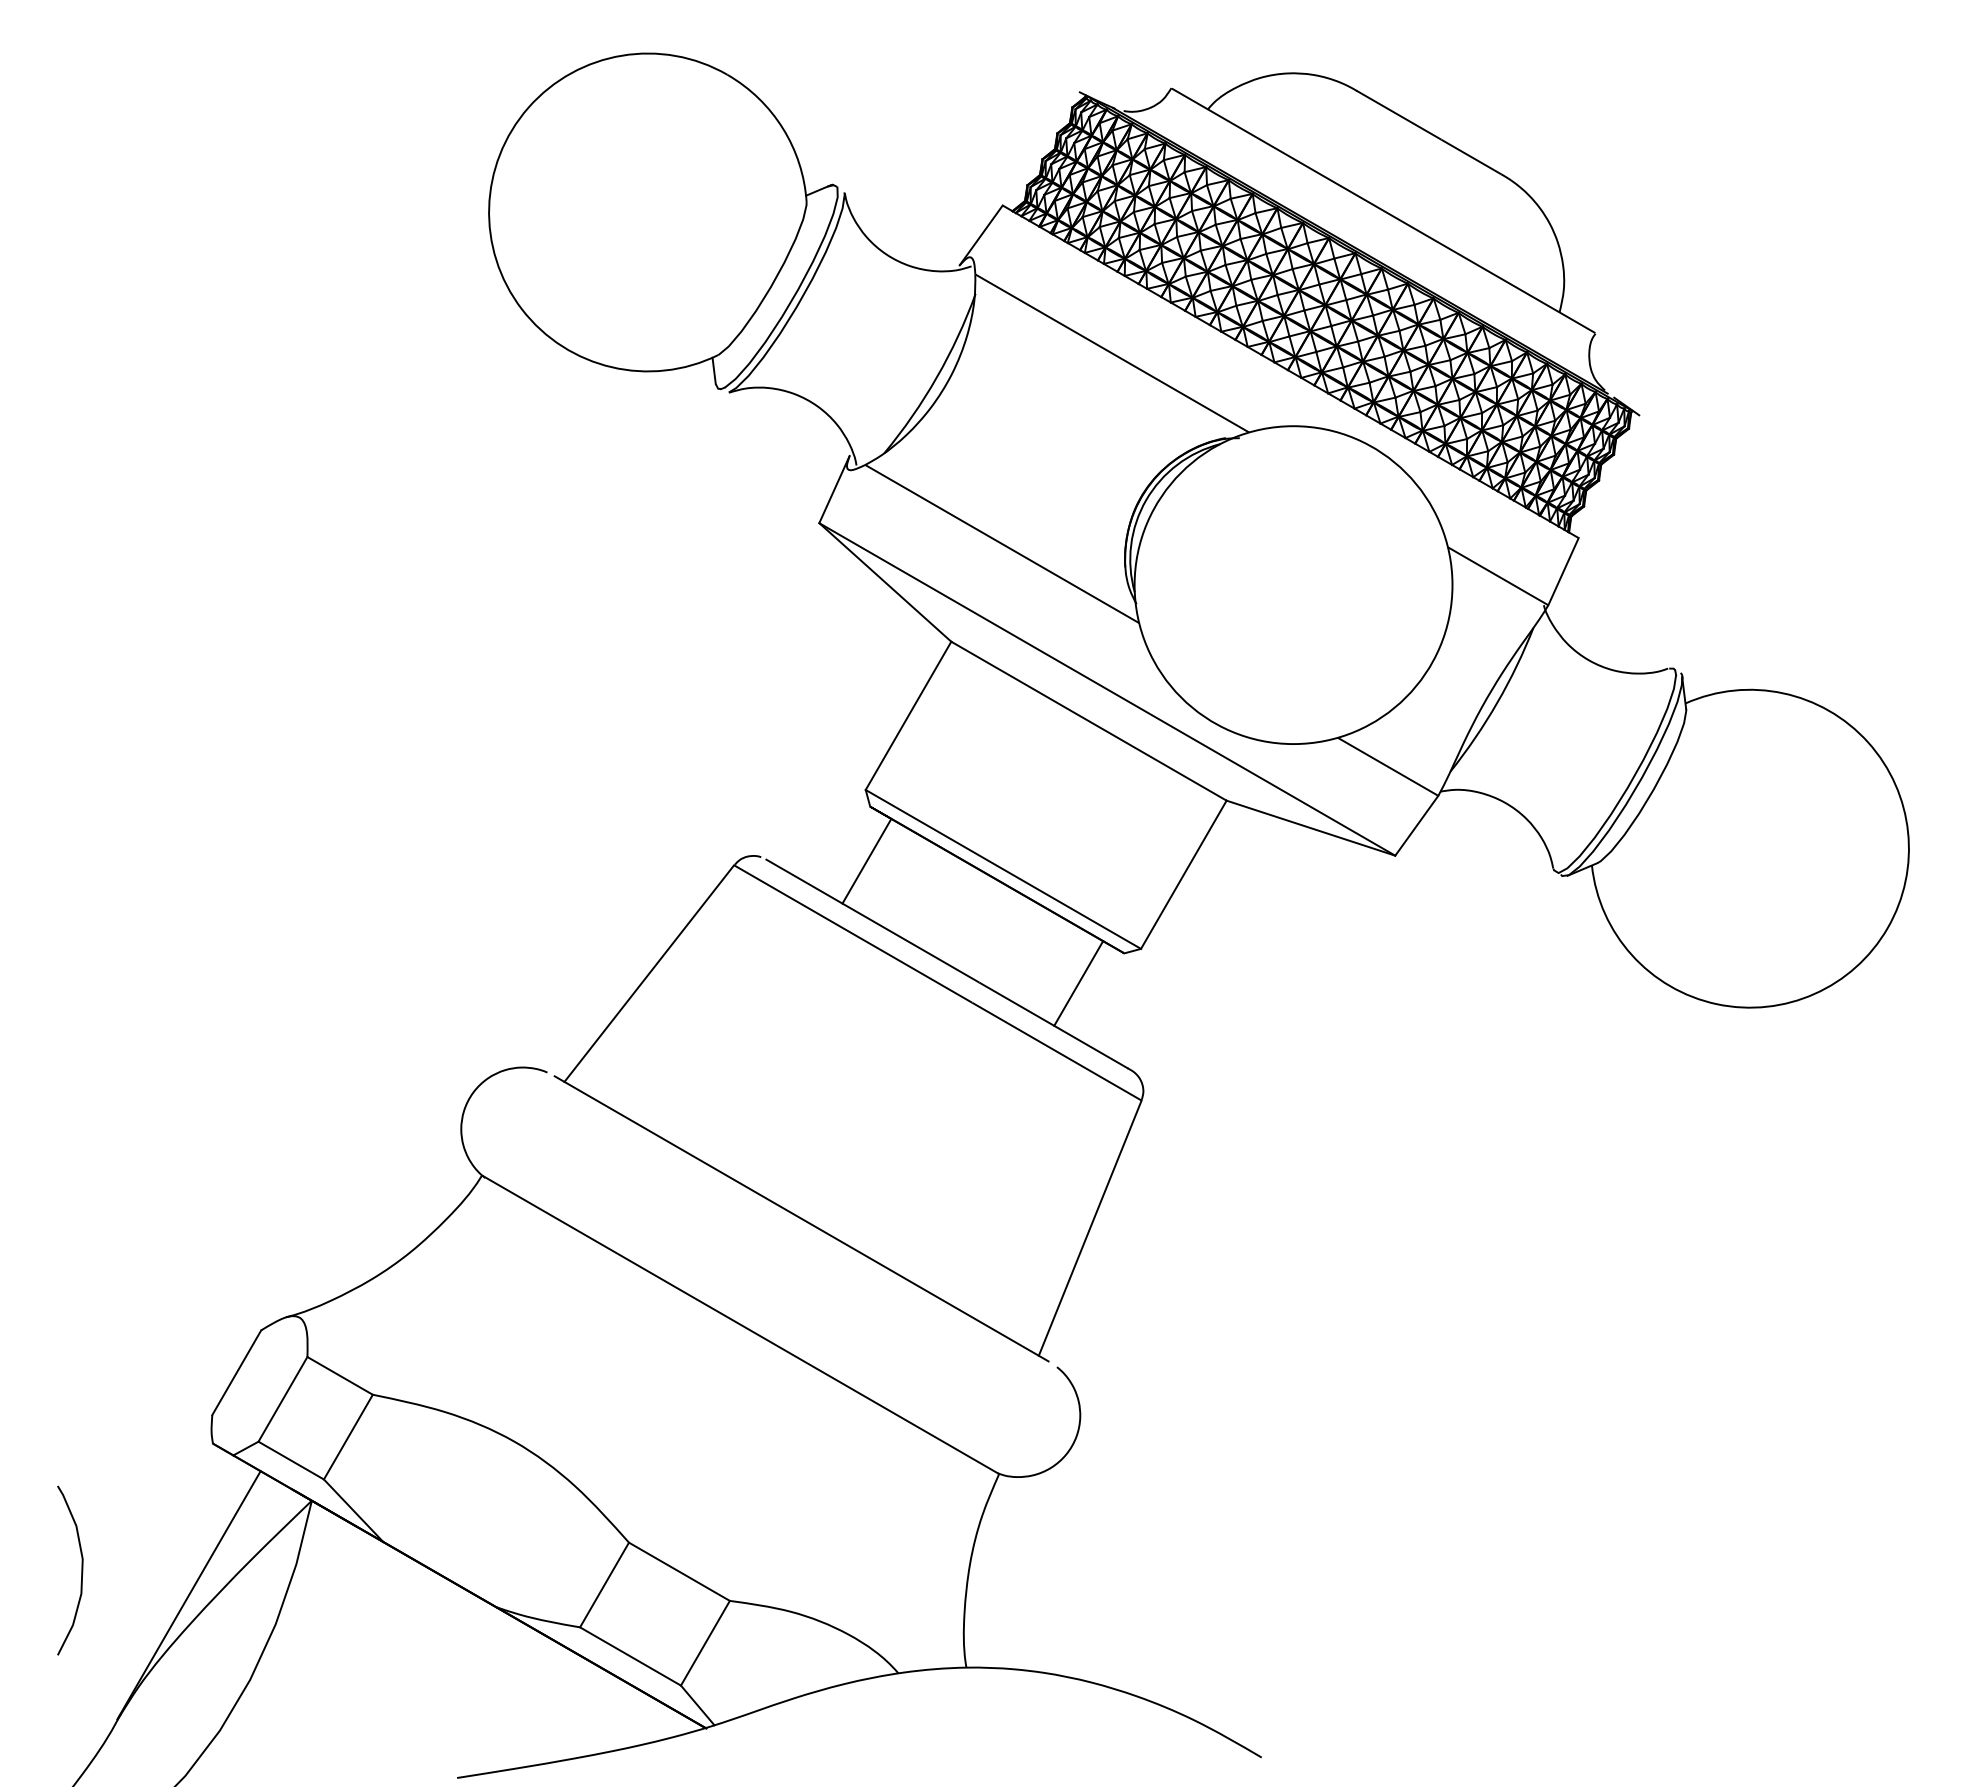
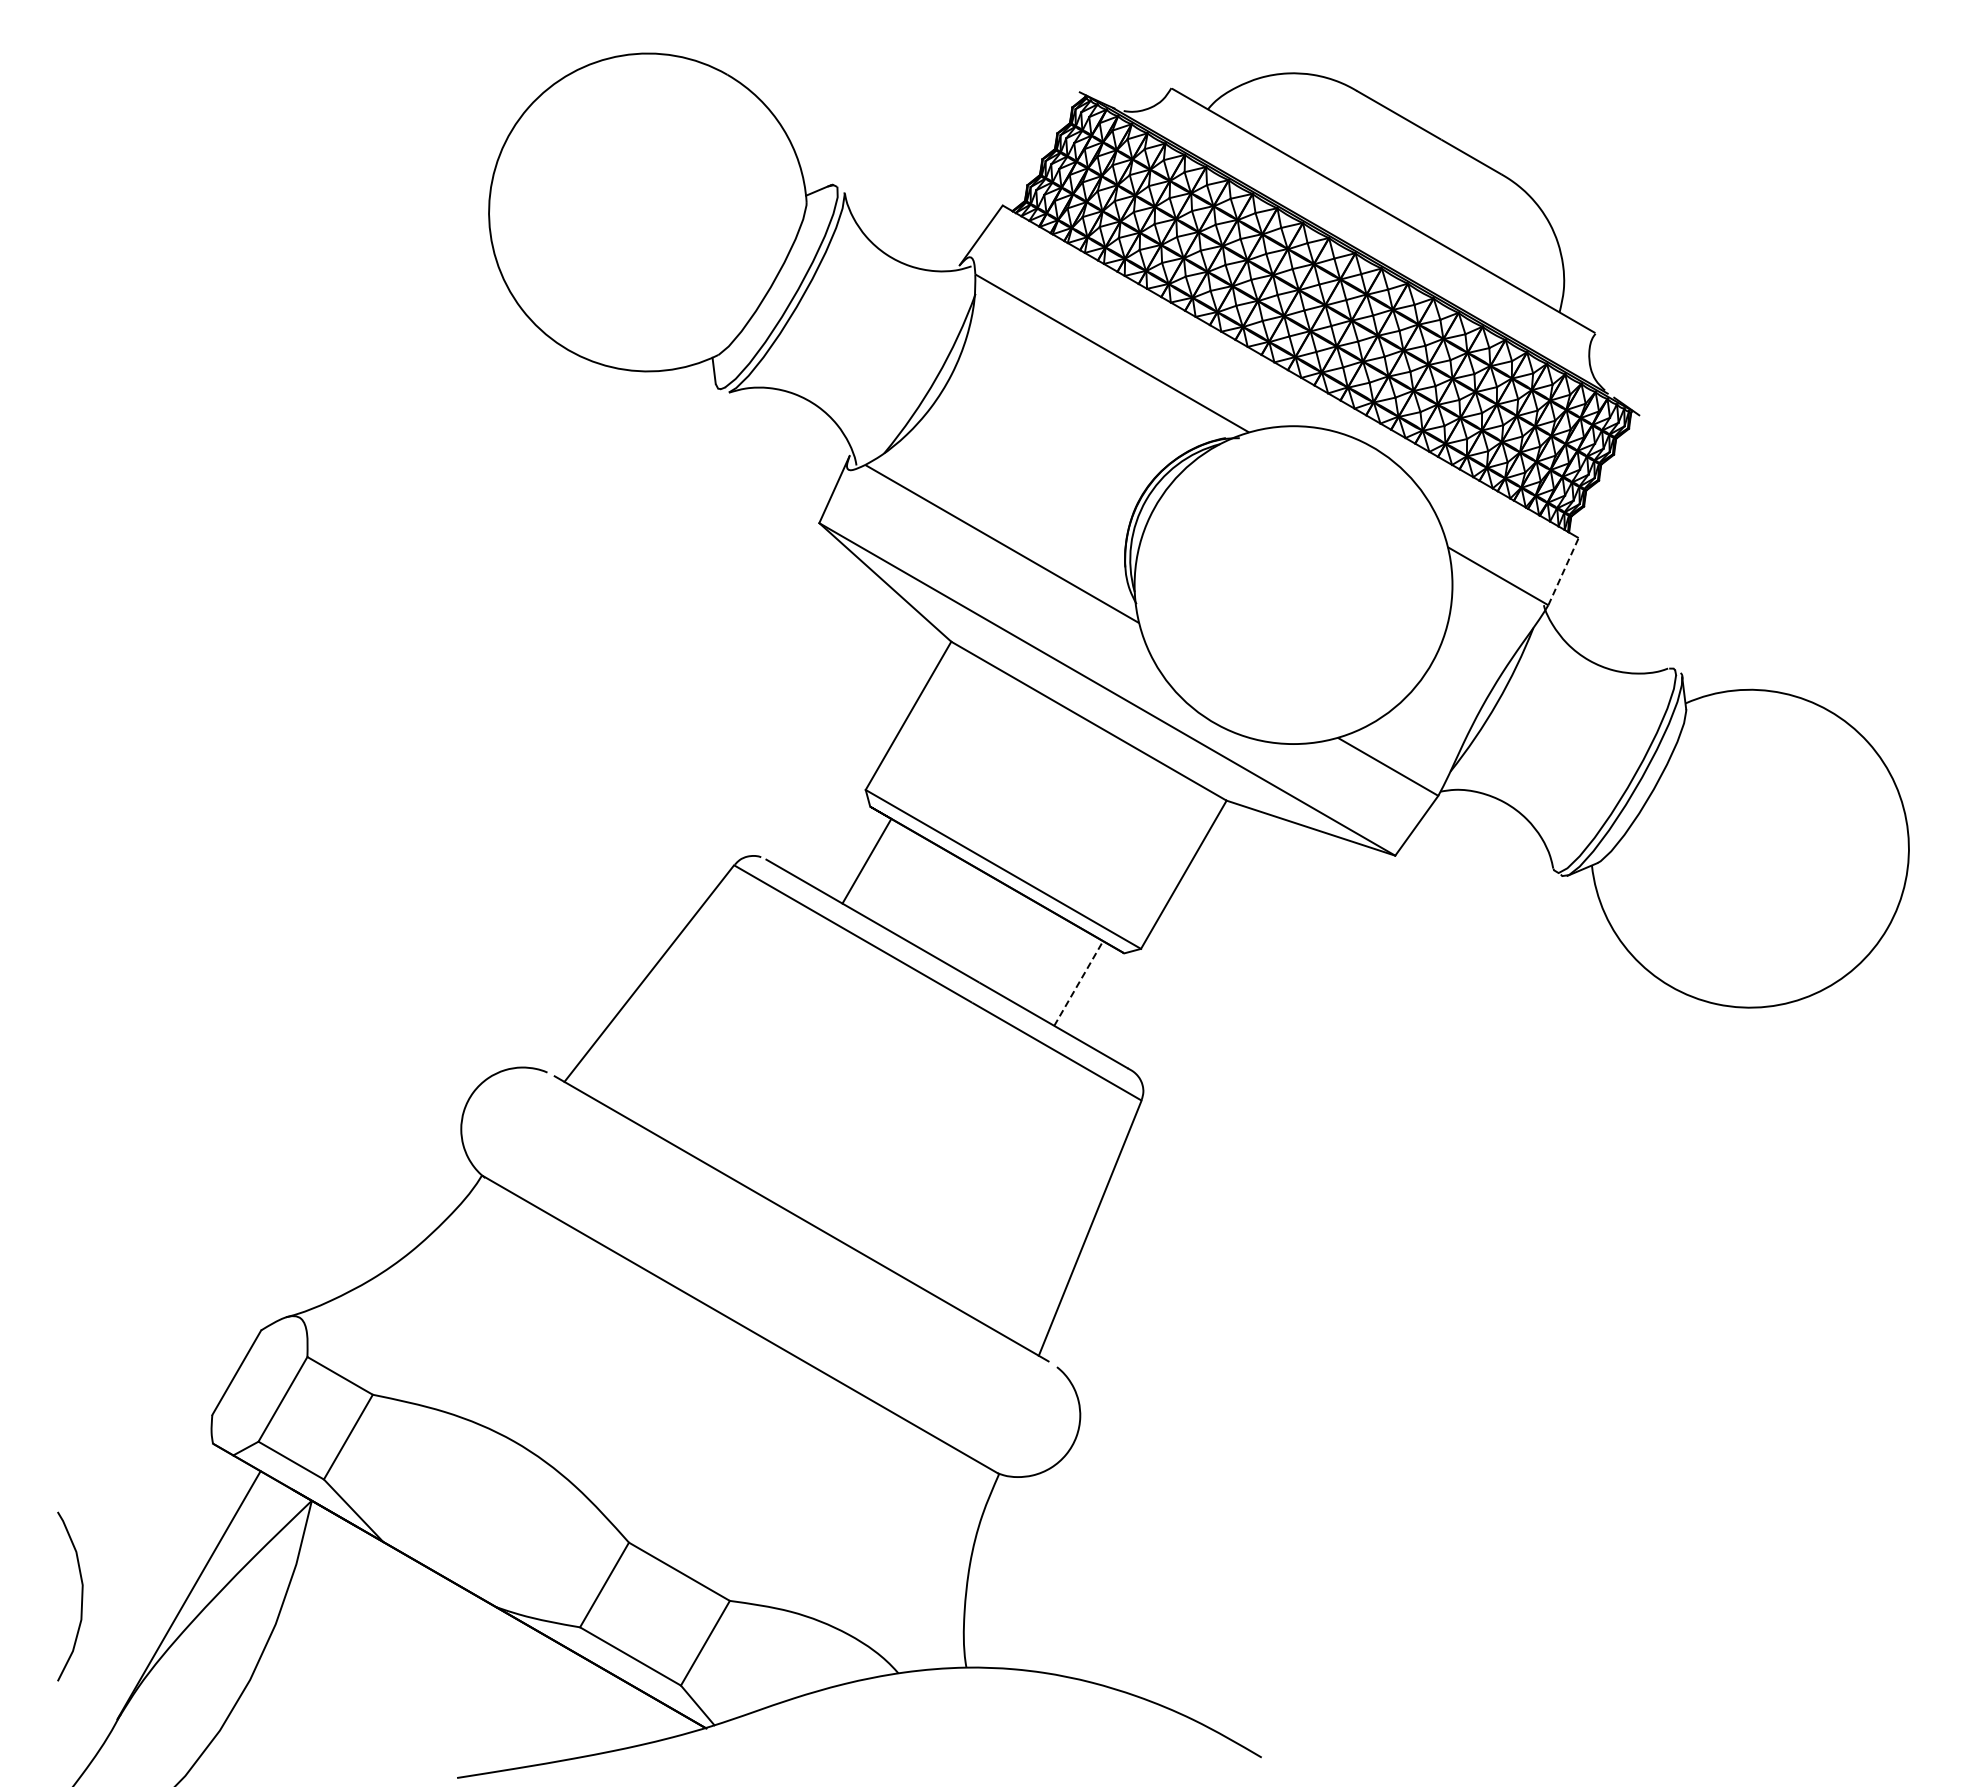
line at (1563, 571): solid -> dashed
line at (1078, 983): solid -> dashed
curve at (81, 1570) position: (81, 1570) -> (81, 1596)
